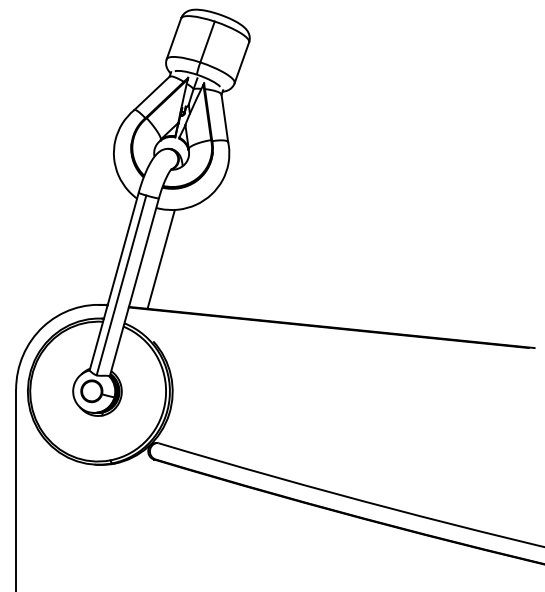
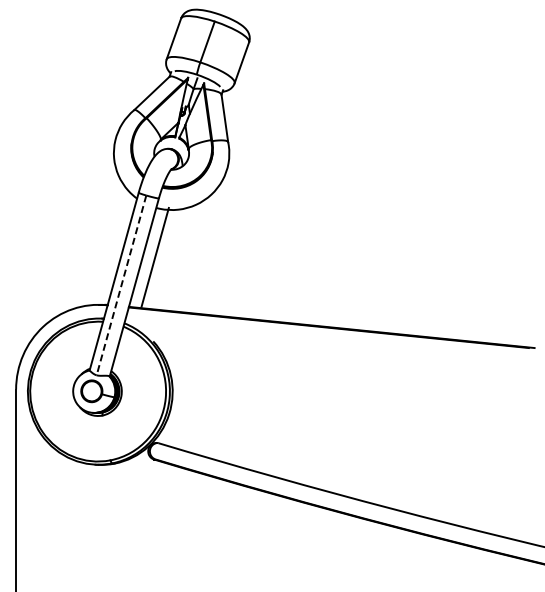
line at (160, 258) position: (160, 258) -> (154, 256)
line at (121, 285): solid -> dashed
